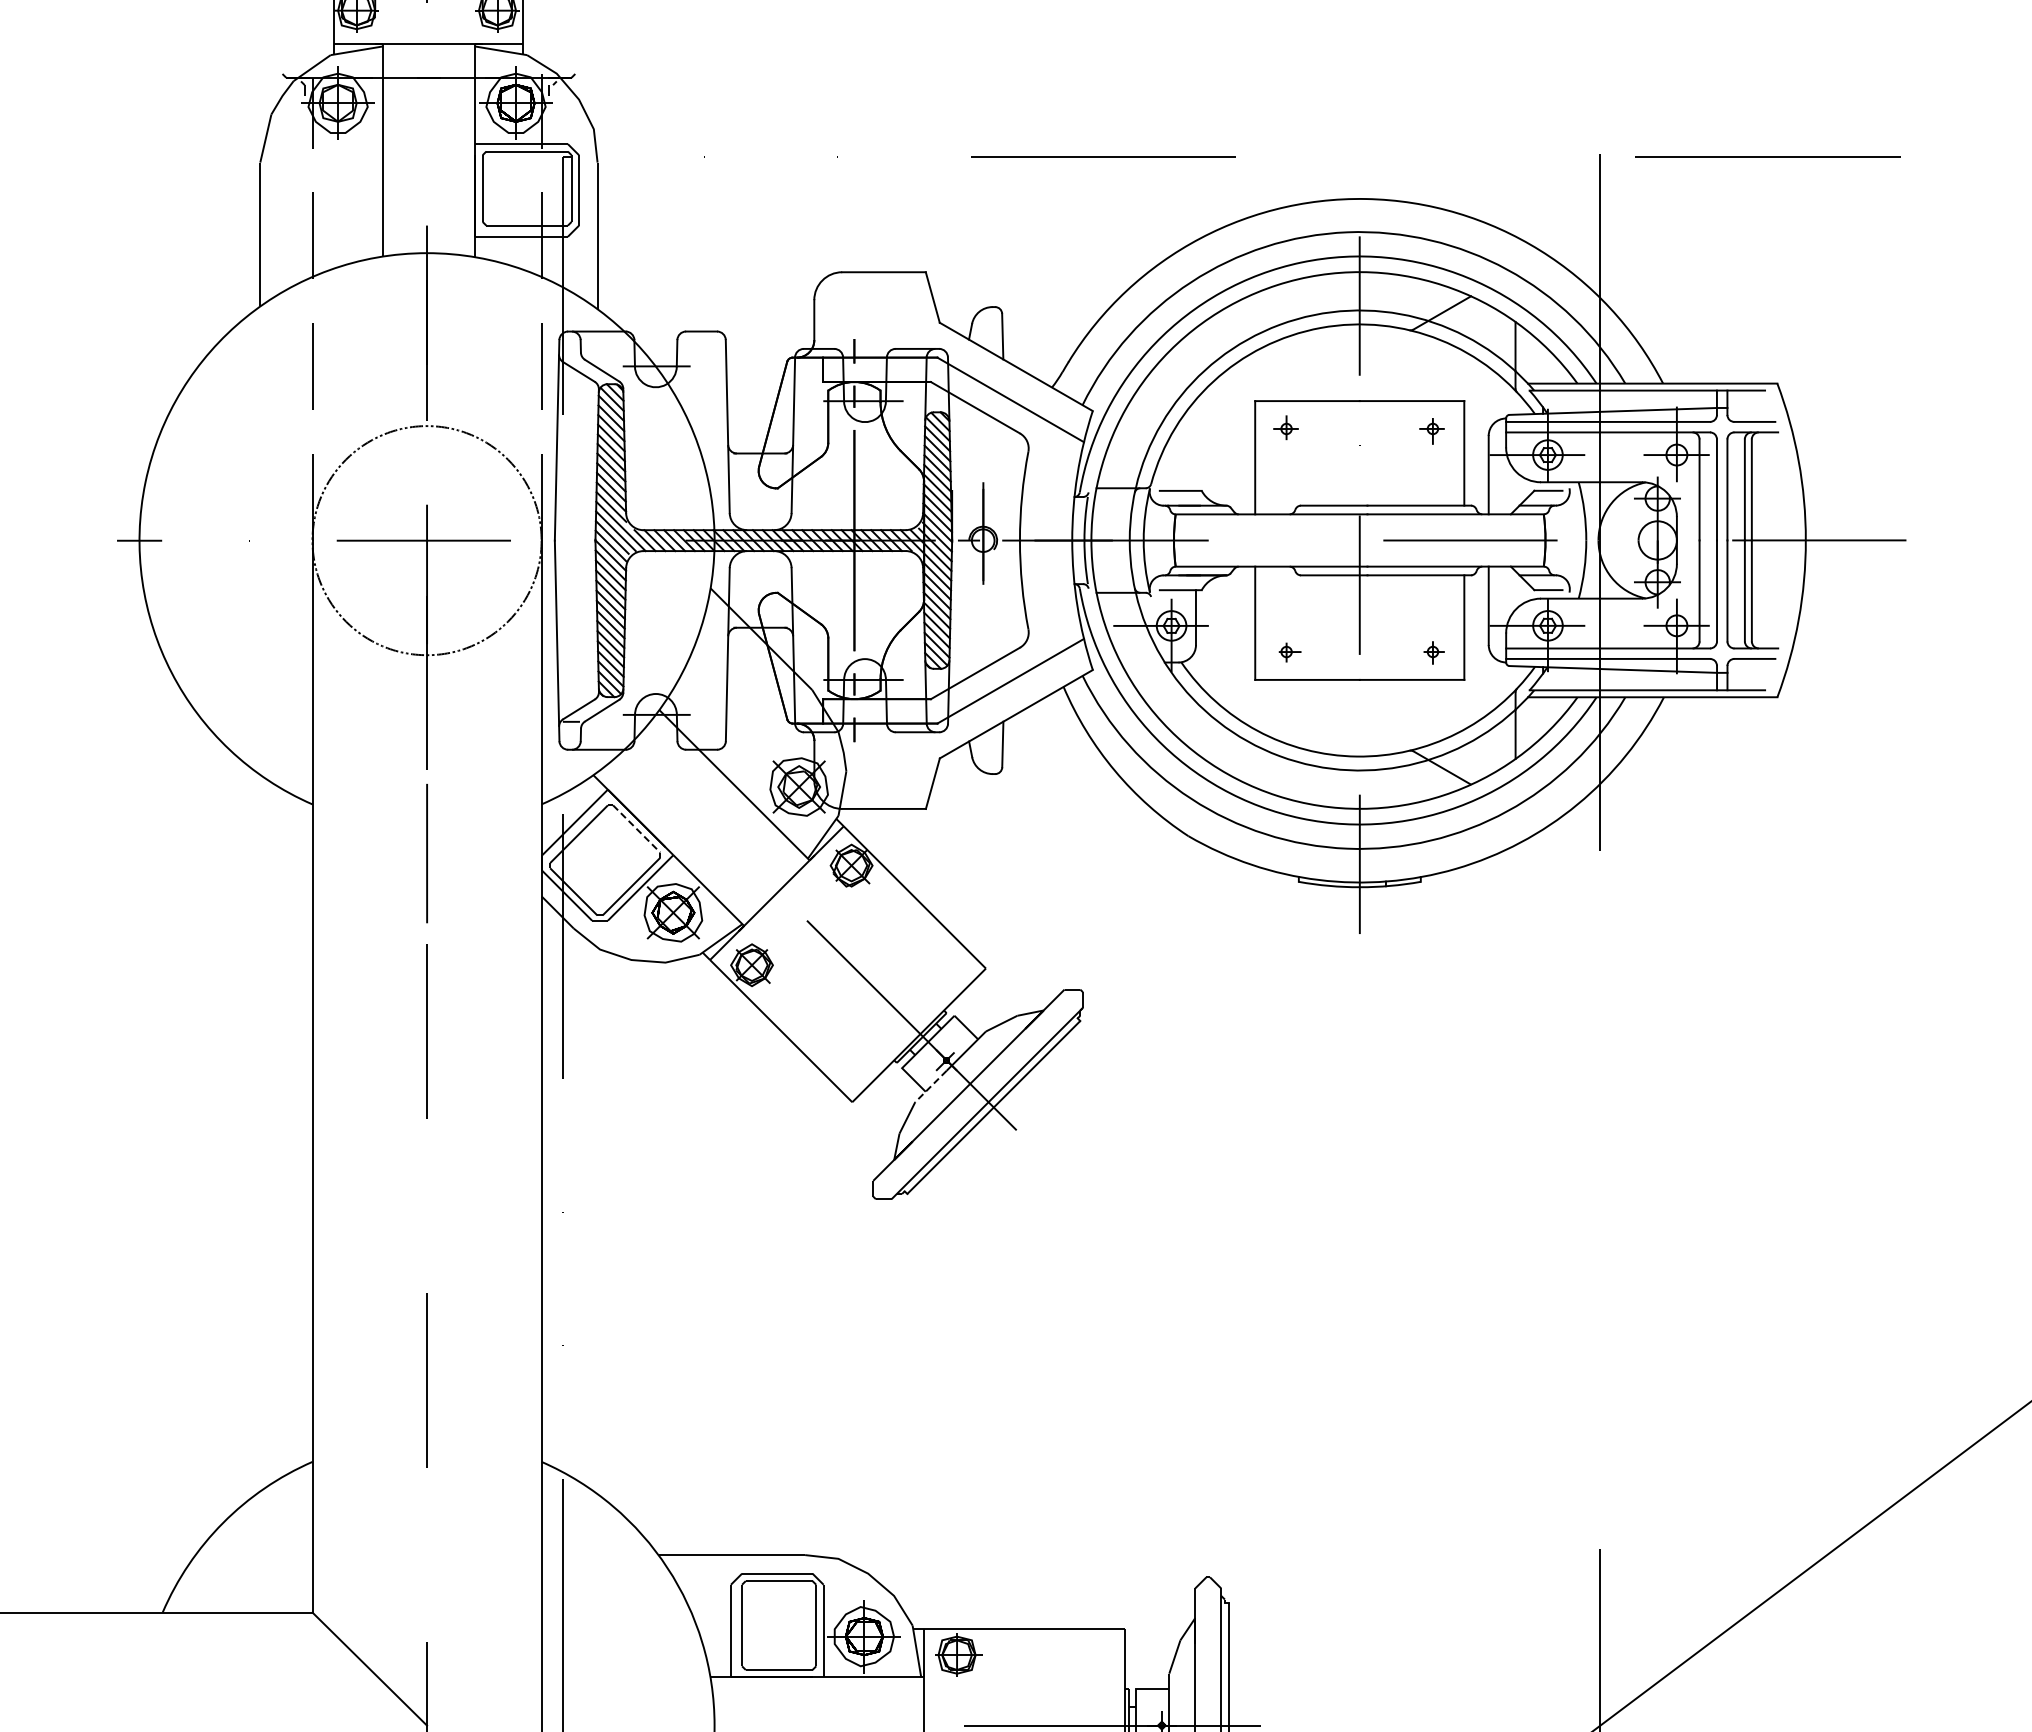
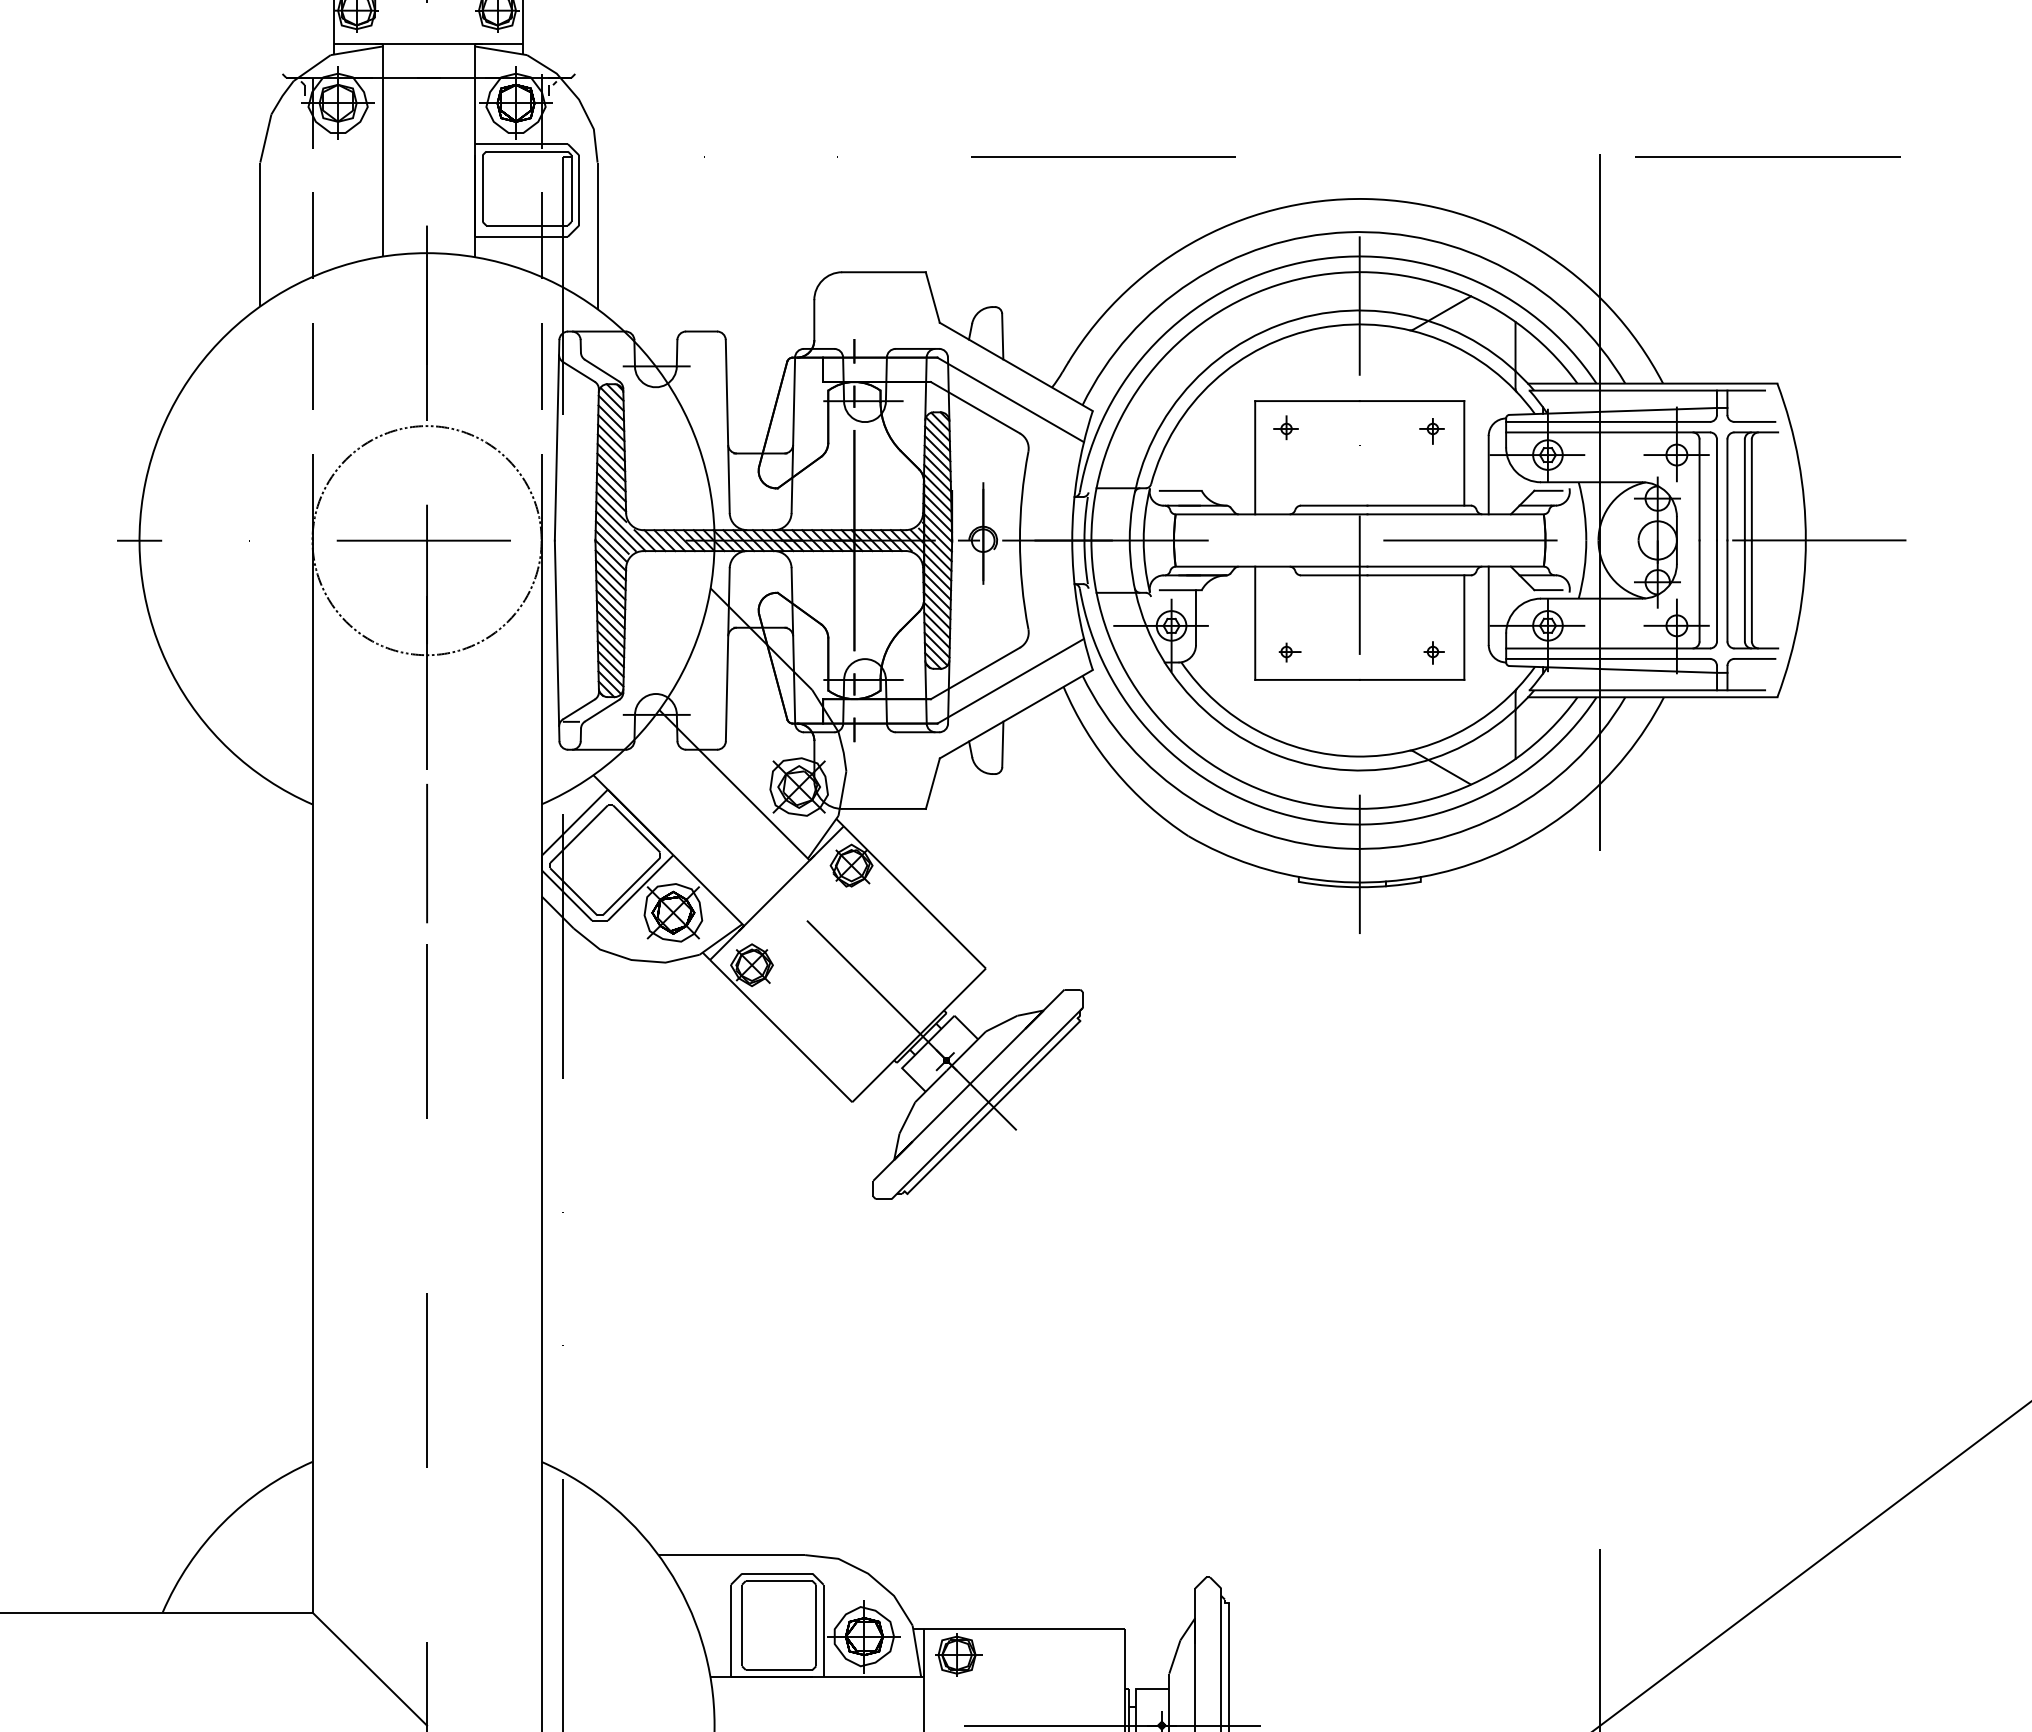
line at (637, 829): dashed -> solid
line at (930, 1086): dashed -> solid
